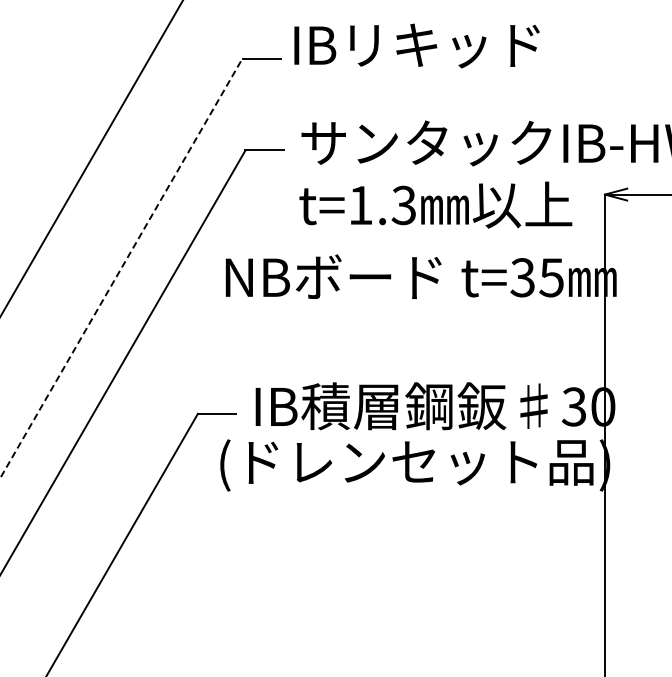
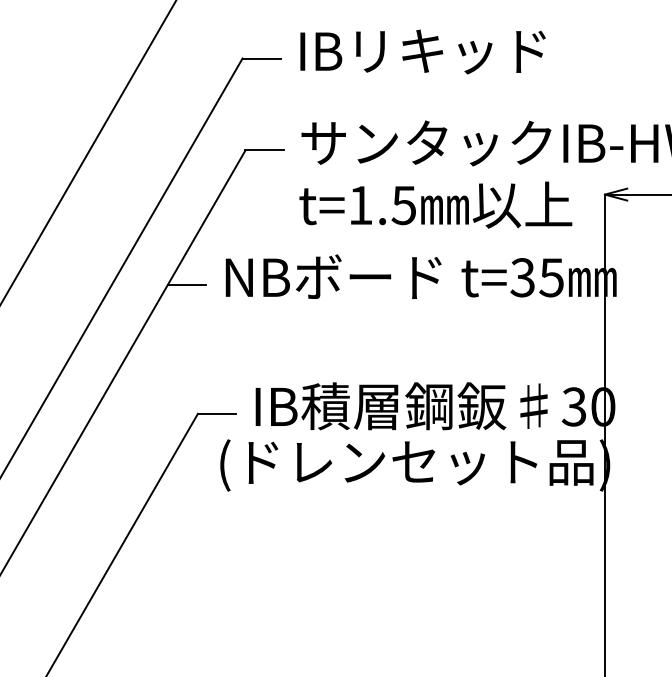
text at (416, 45) position: (416, 45) -> (422, 51)
line at (92, 157) position: (92, 157) -> (88, 151)
text at (403, 204): t=1.3 -> t=1.5
line at (121, 267): dashed -> solid
line at (187, 284): none -> present
